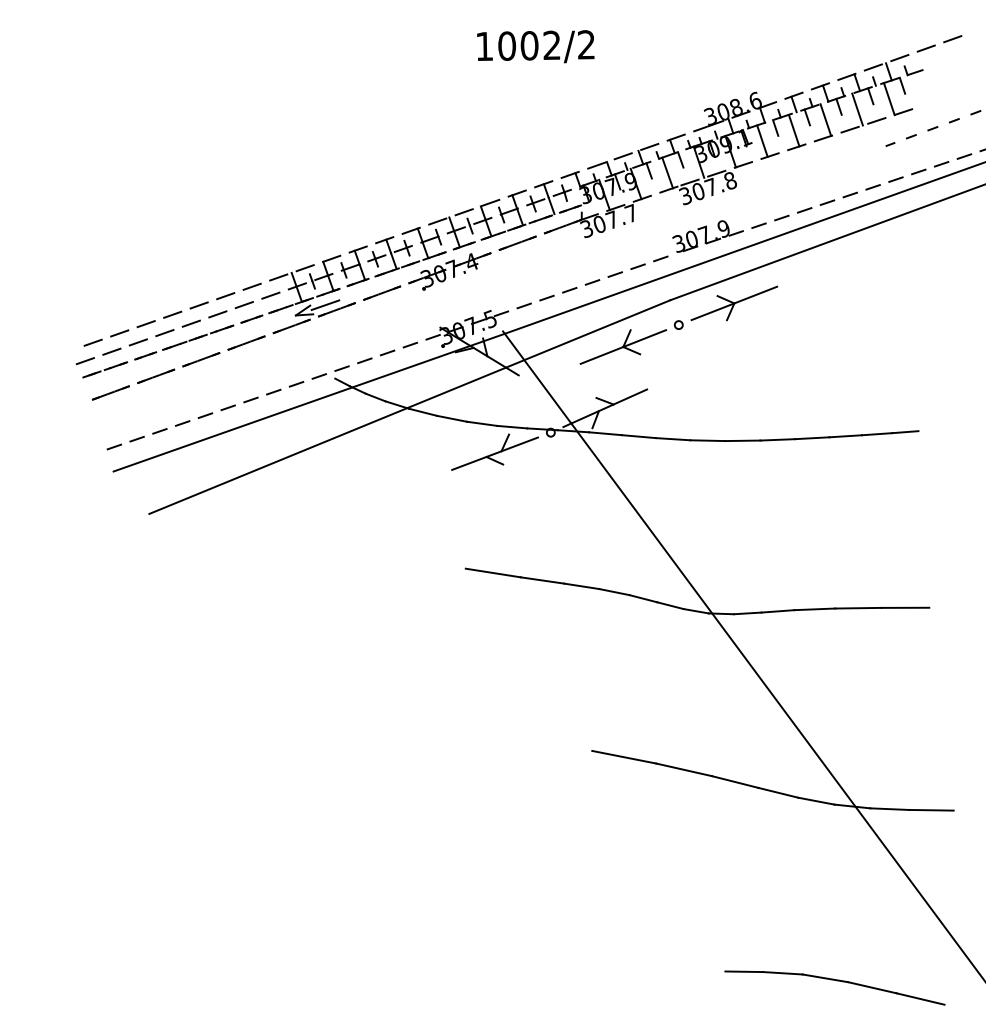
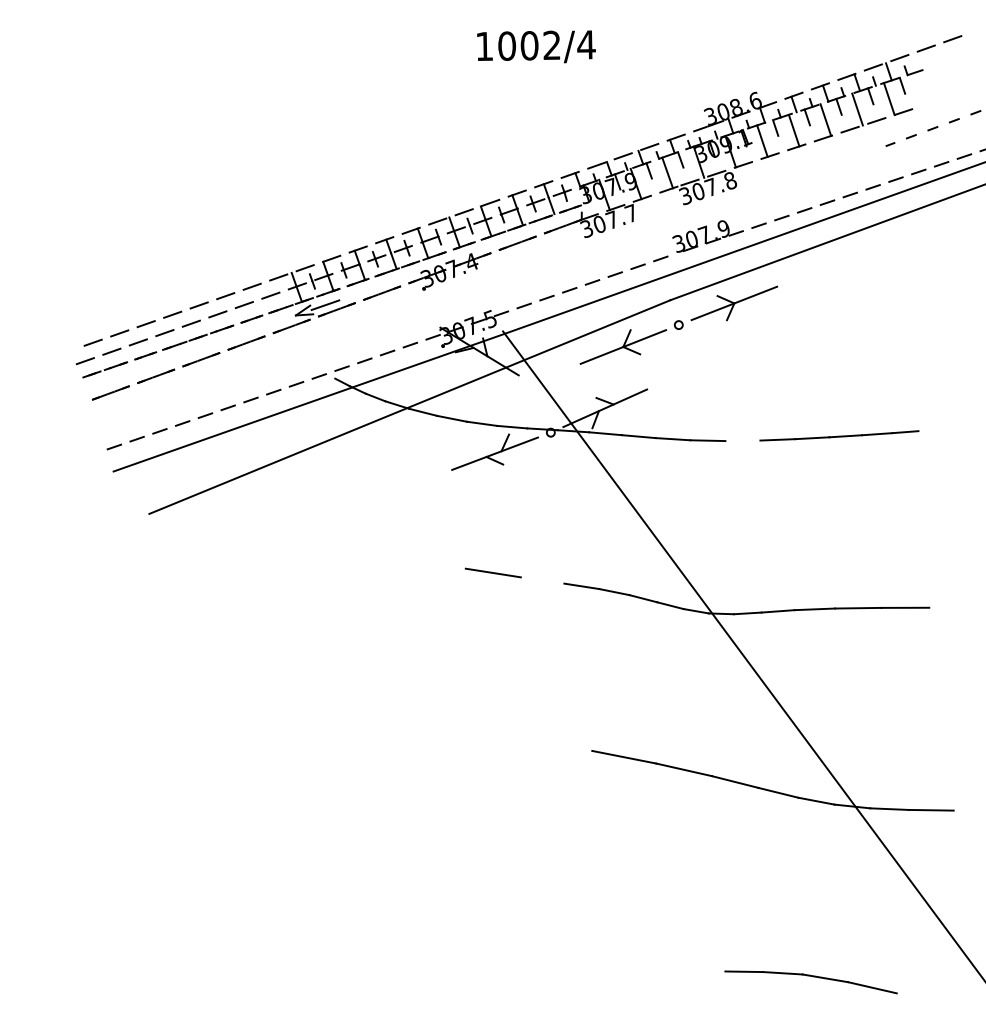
text at (586, 44): 1002/2 -> 1002/4
line at (742, 440): present -> none
line at (542, 580): present -> none
line at (920, 998): present -> none
